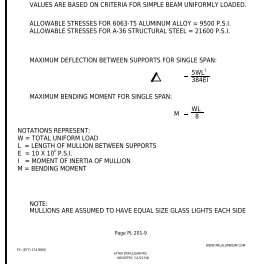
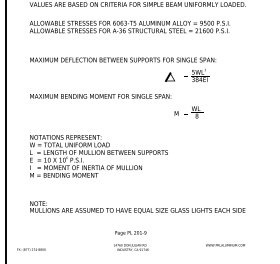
part at (155, 76) position: (155, 76) -> (169, 76)
text at (86, 149) position: (86, 149) -> (98, 156)
text at (131, 255) position: (131, 255) -> (131, 247)
